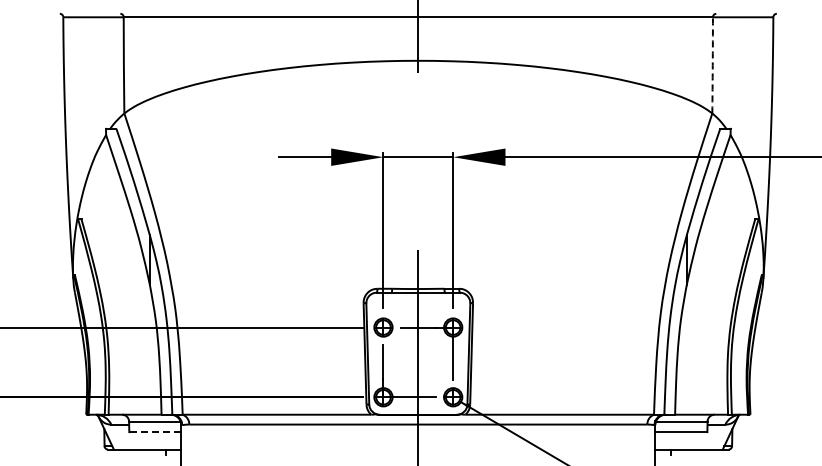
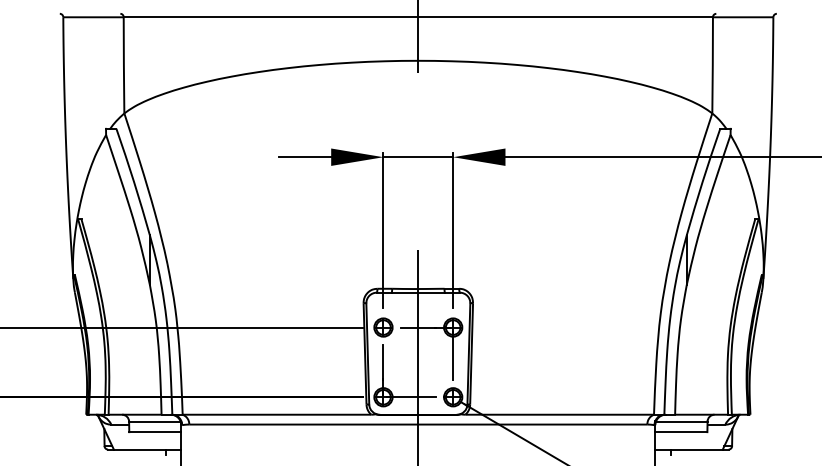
arc at (712, 65): dashed -> solid
line at (155, 432): dashed -> solid
